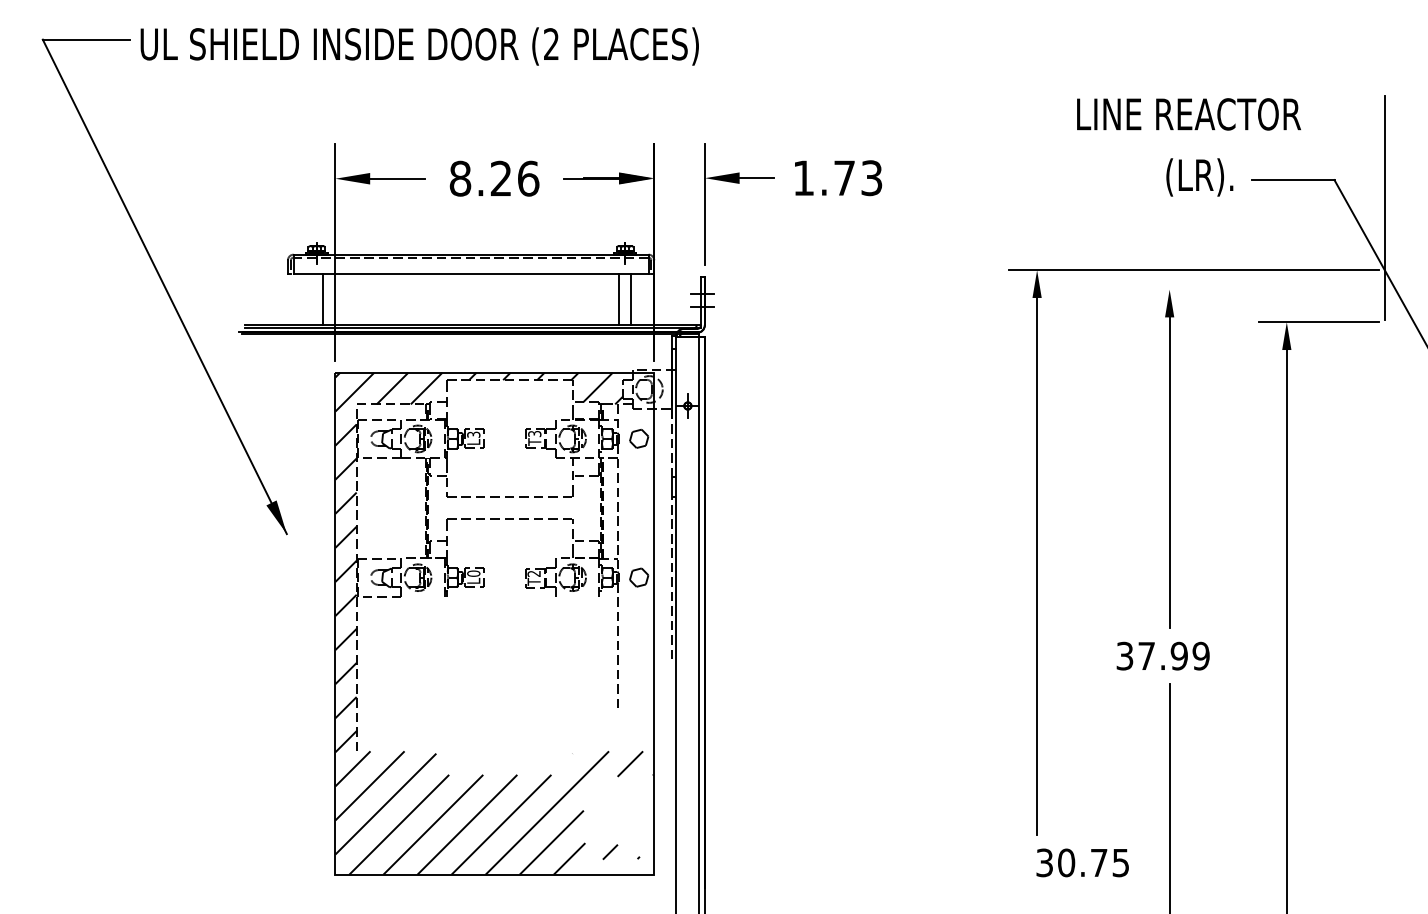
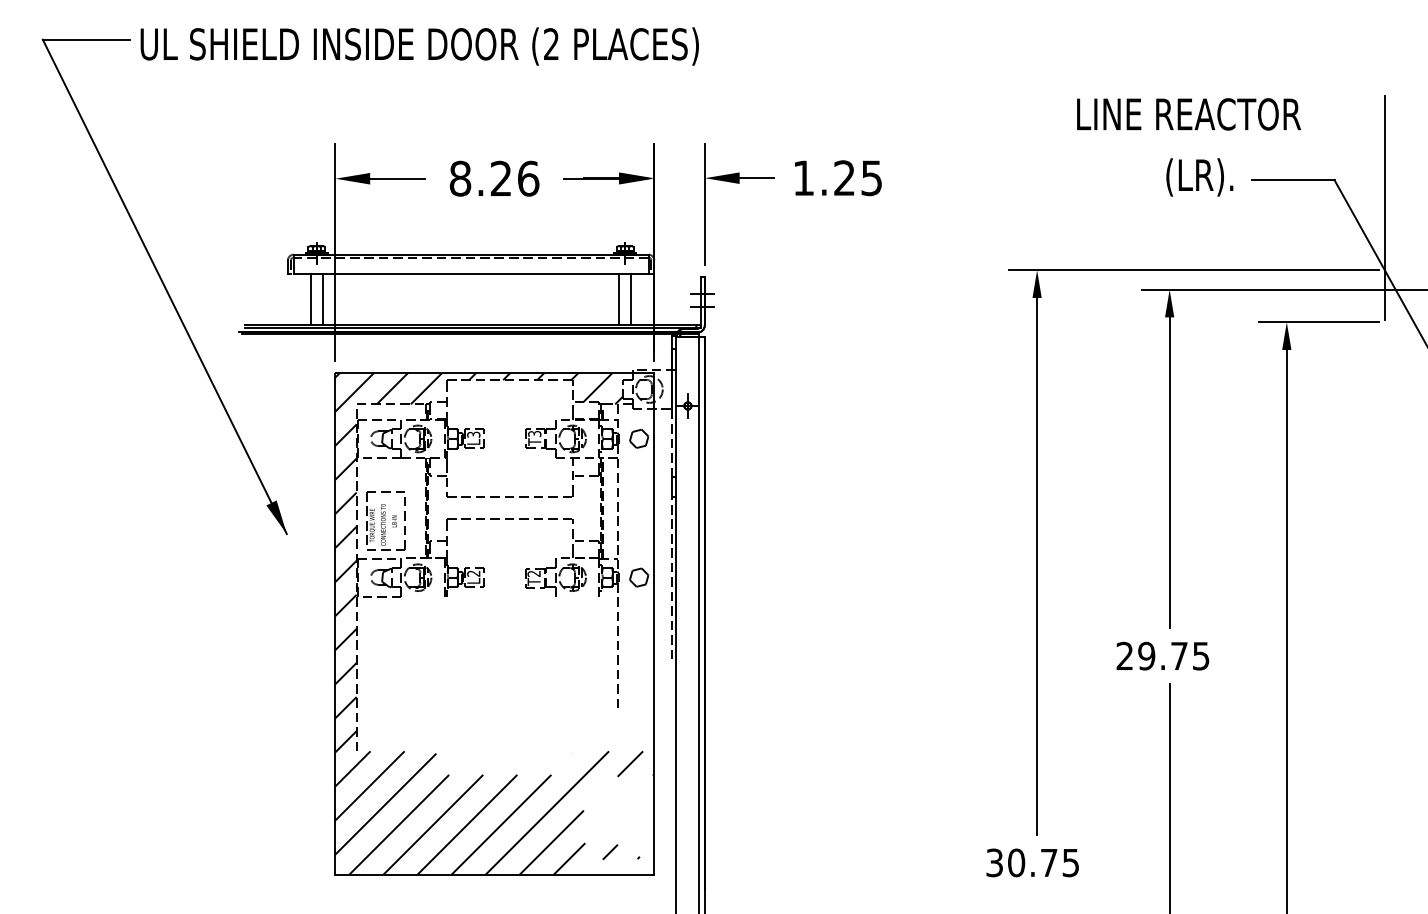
text at (858, 177): 1.73 -> 1.25
line at (1282, 289): none -> present
line at (310, 299): none -> present
part at (385, 520): none -> present
text at (473, 573): L0 -> L2
text at (1162, 655): 37.99 -> 29.75
text at (1082, 862) position: (1082, 862) -> (1032, 862)
